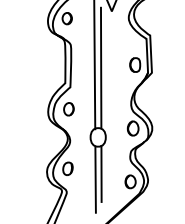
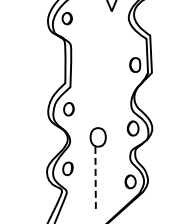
line at (94, 65): present -> none
line at (100, 67): present -> none
line at (101, 173): present -> none
line at (95, 179): solid -> dashed
